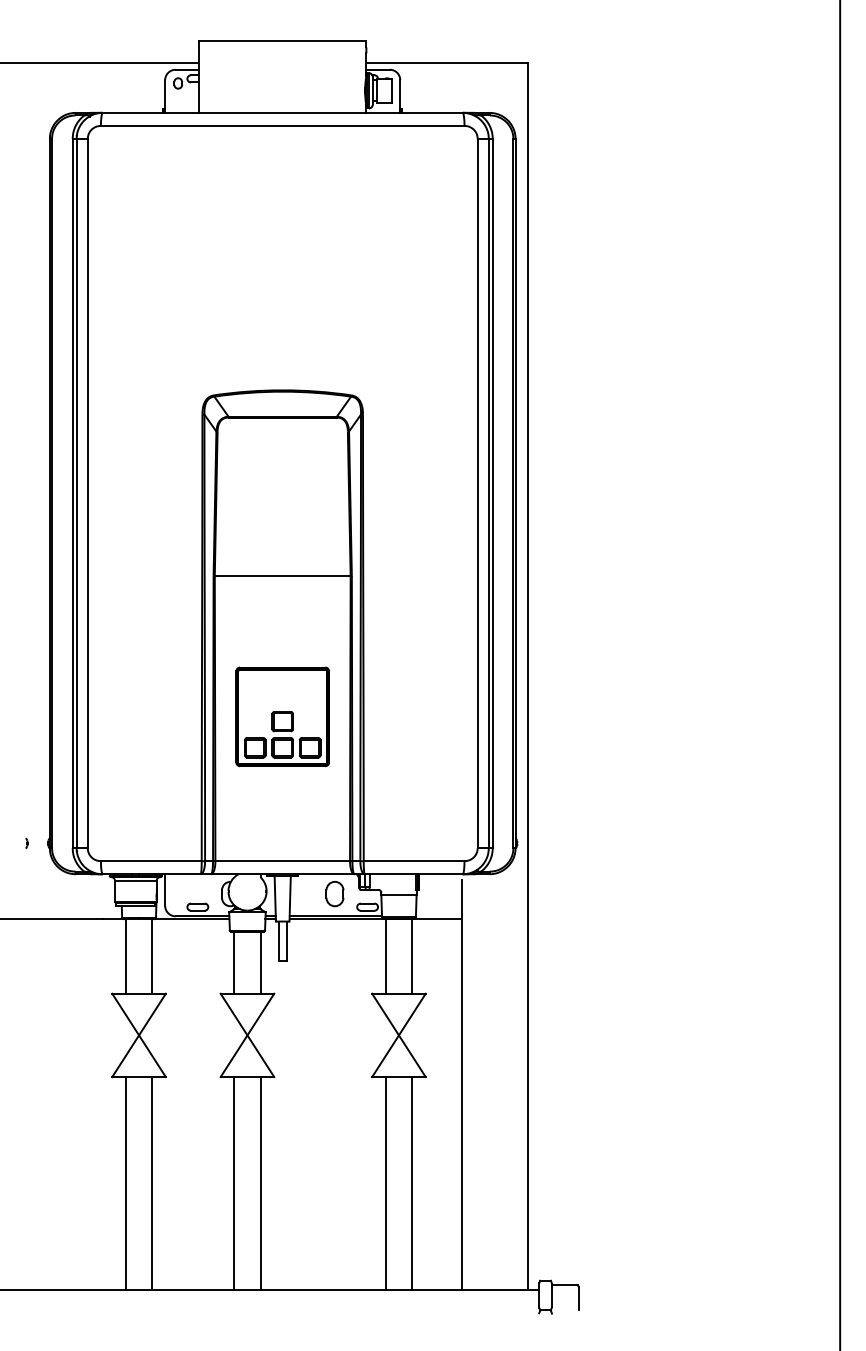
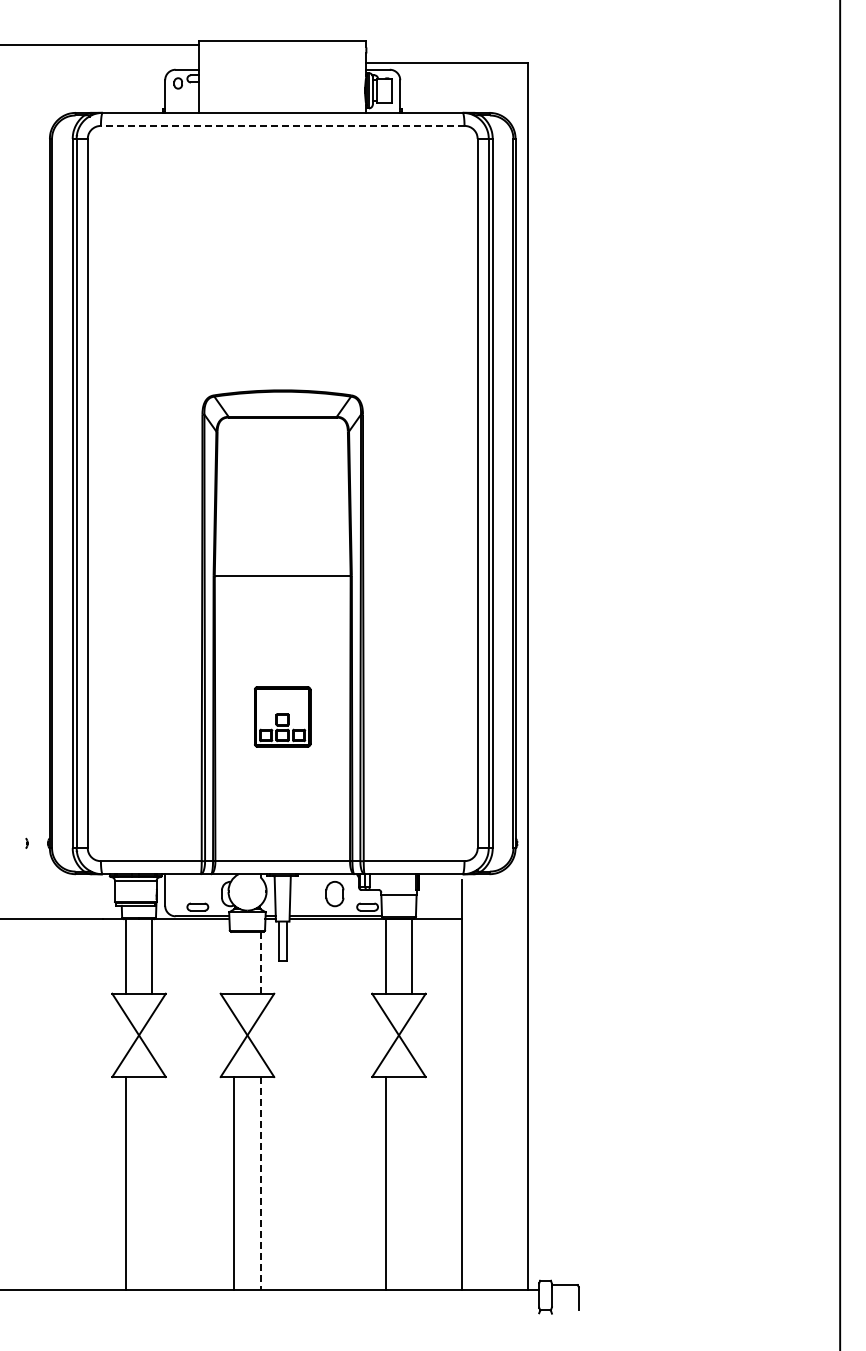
line at (100, 63) position: (100, 63) -> (100, 45)
line at (282, 125): solid -> dashed
part at (282, 716) size: 95x102 px -> 58x62 px
line at (234, 962): present -> none
line at (260, 962): solid -> dashed
line at (152, 1183): present -> none
line at (260, 1183): solid -> dashed
line at (412, 1183): present -> none
